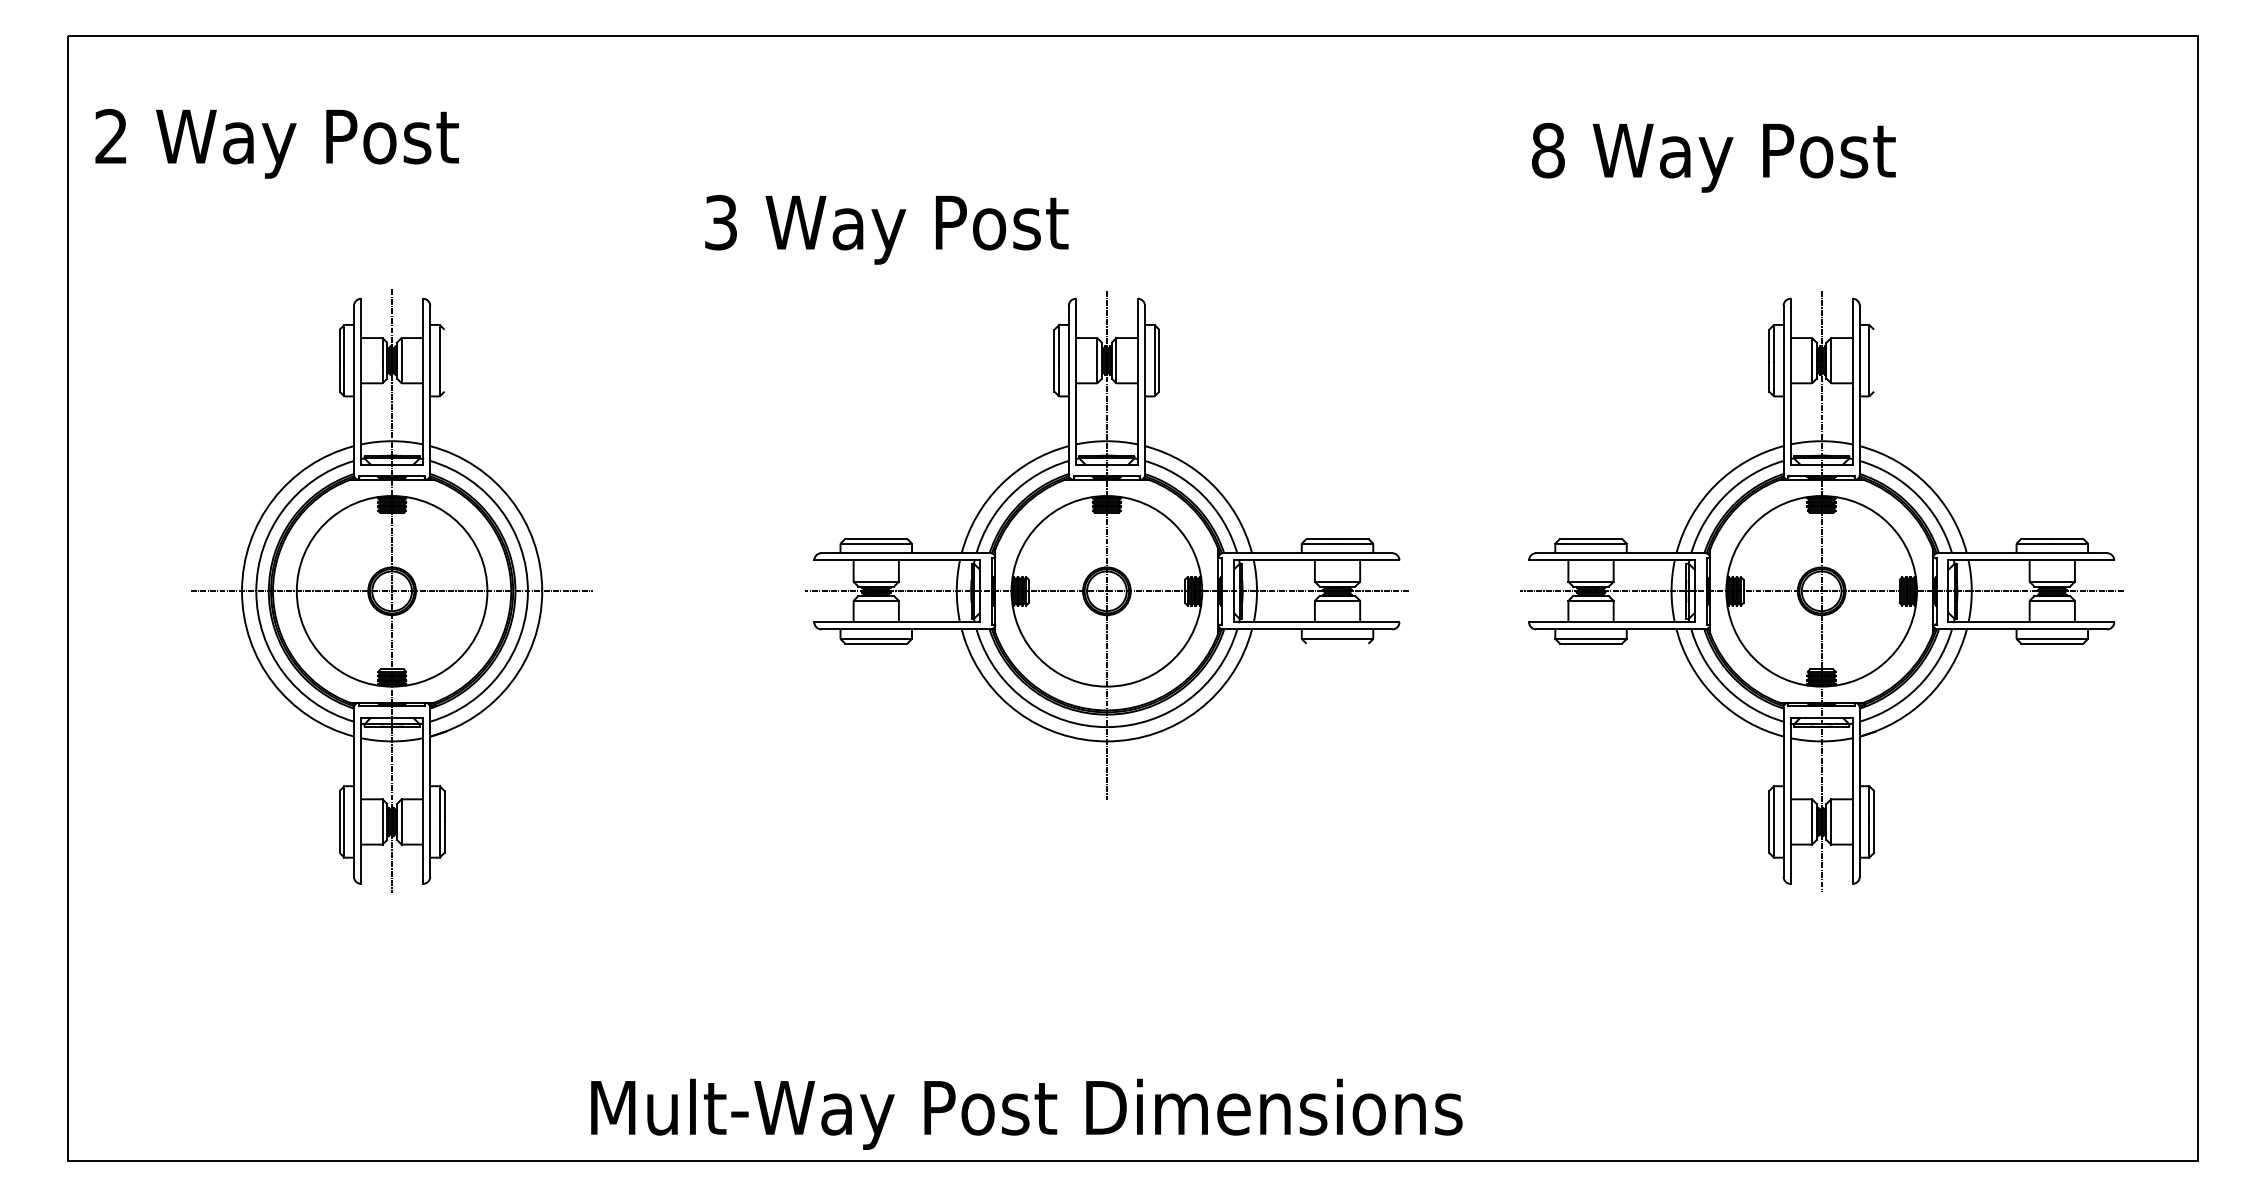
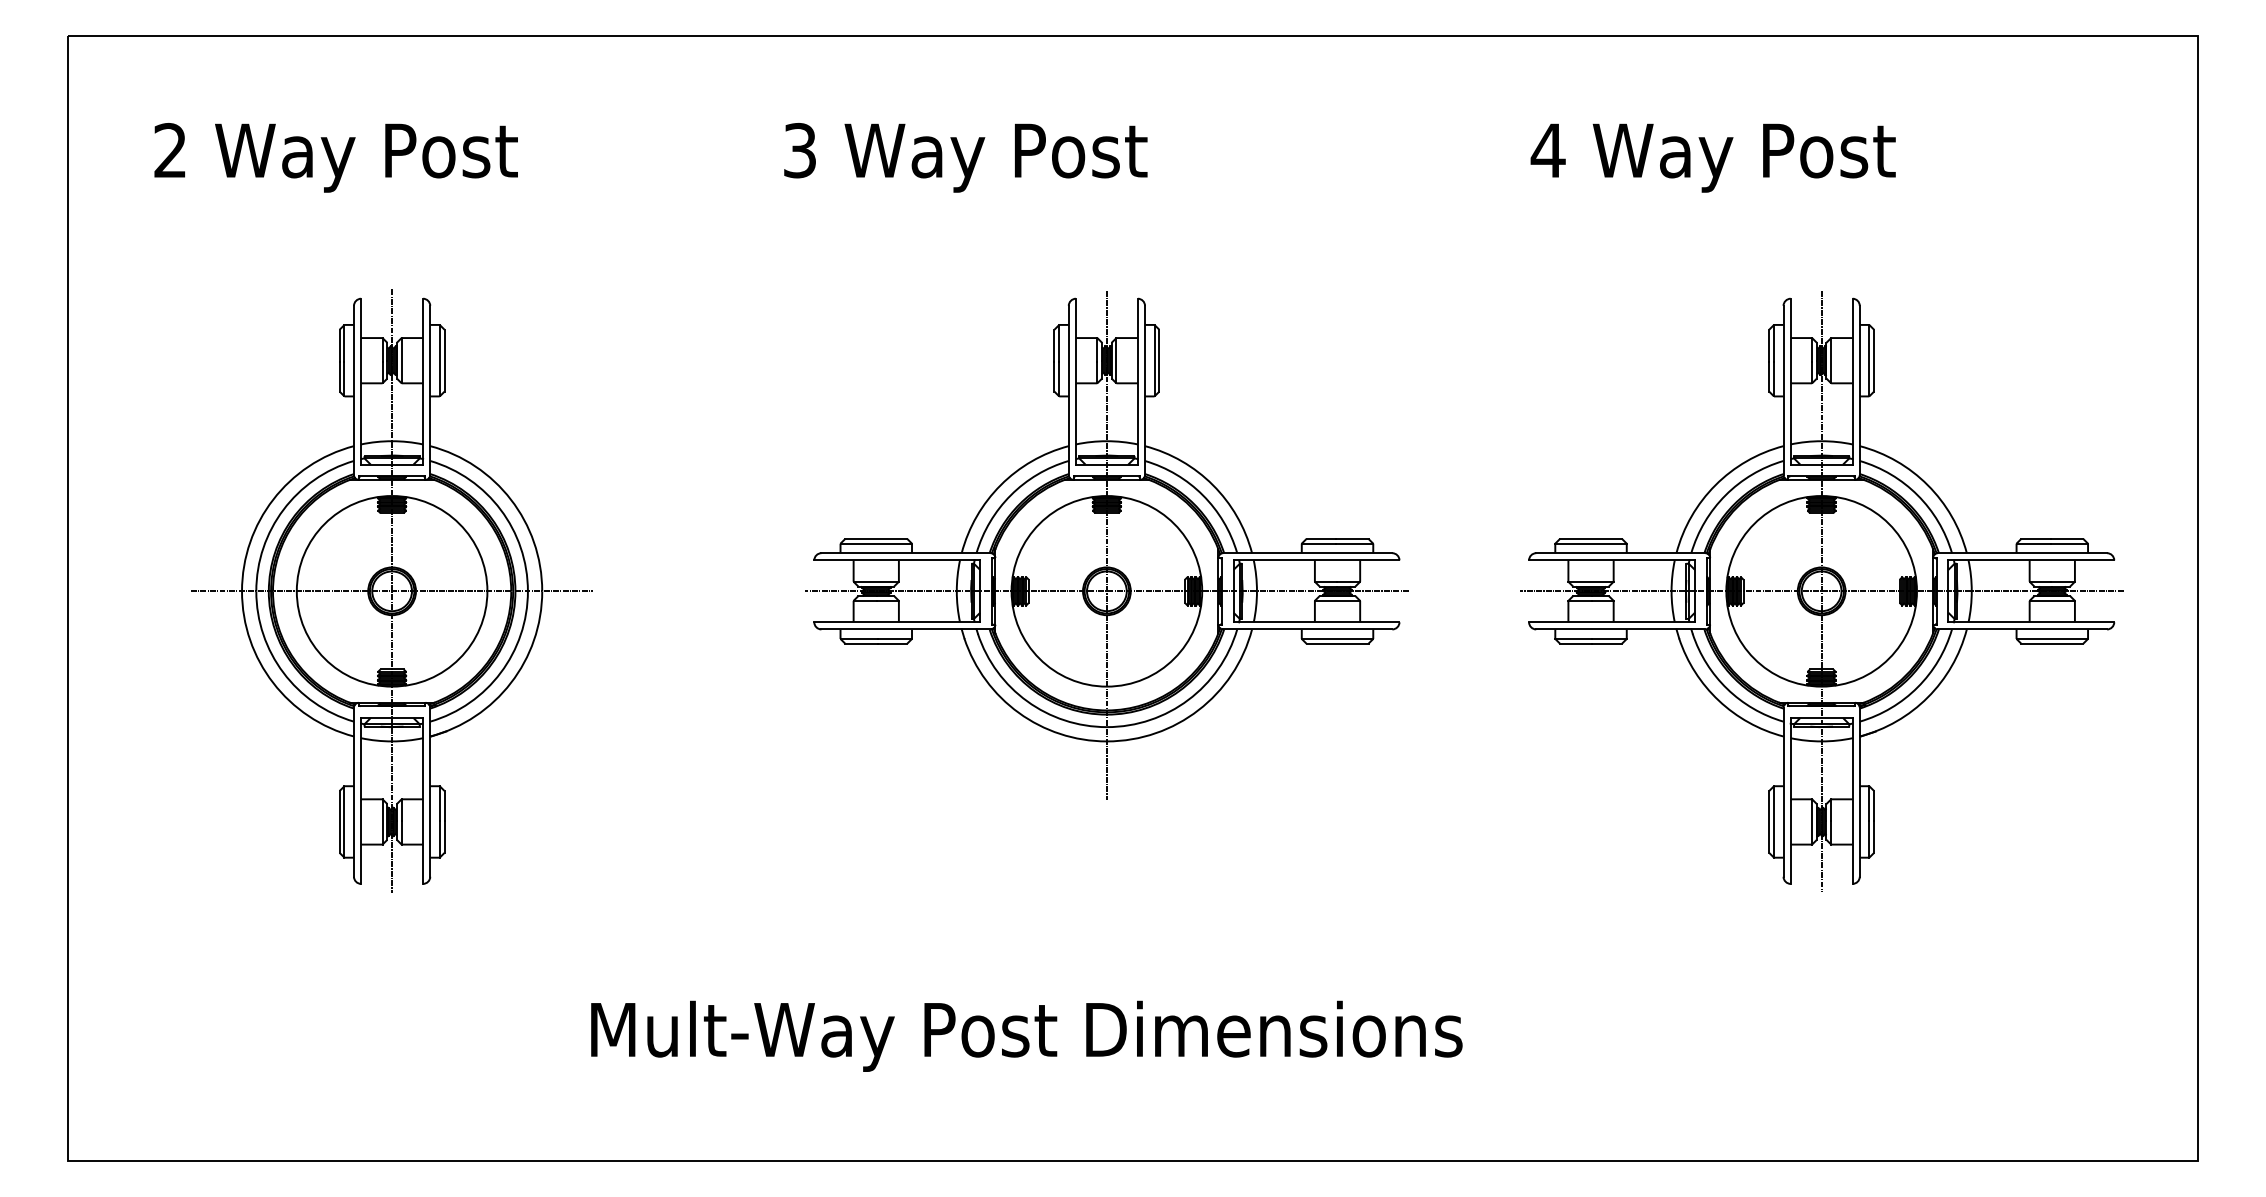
text at (276, 143) position: (276, 143) -> (335, 157)
text at (1547, 150): 8 -> 4
text at (886, 229) position: (886, 229) -> (965, 157)
line at (444, 360): none -> present
line at (1874, 360): none -> present
line at (1337, 643): none -> present
text at (1026, 1113) position: (1026, 1113) -> (1026, 1035)
